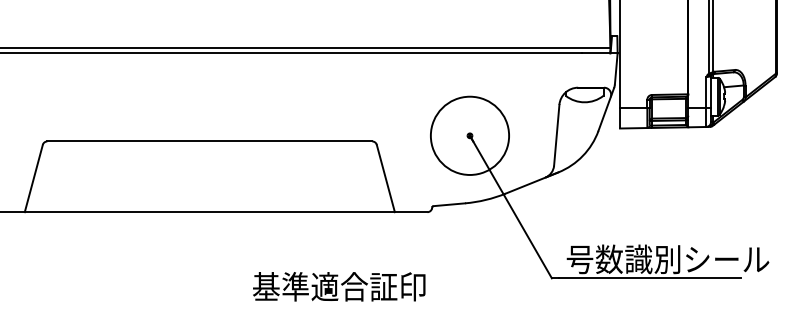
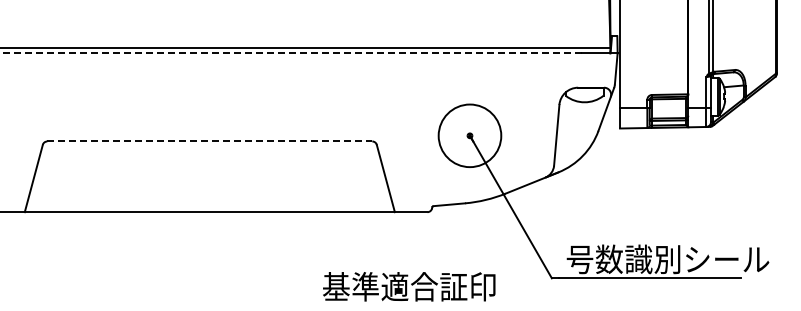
line at (290, 53): solid -> dashed
circle at (469, 135) diameter: 78 px -> 63 px
line at (210, 141): solid -> dashed
text at (339, 286) position: (339, 286) -> (409, 286)
